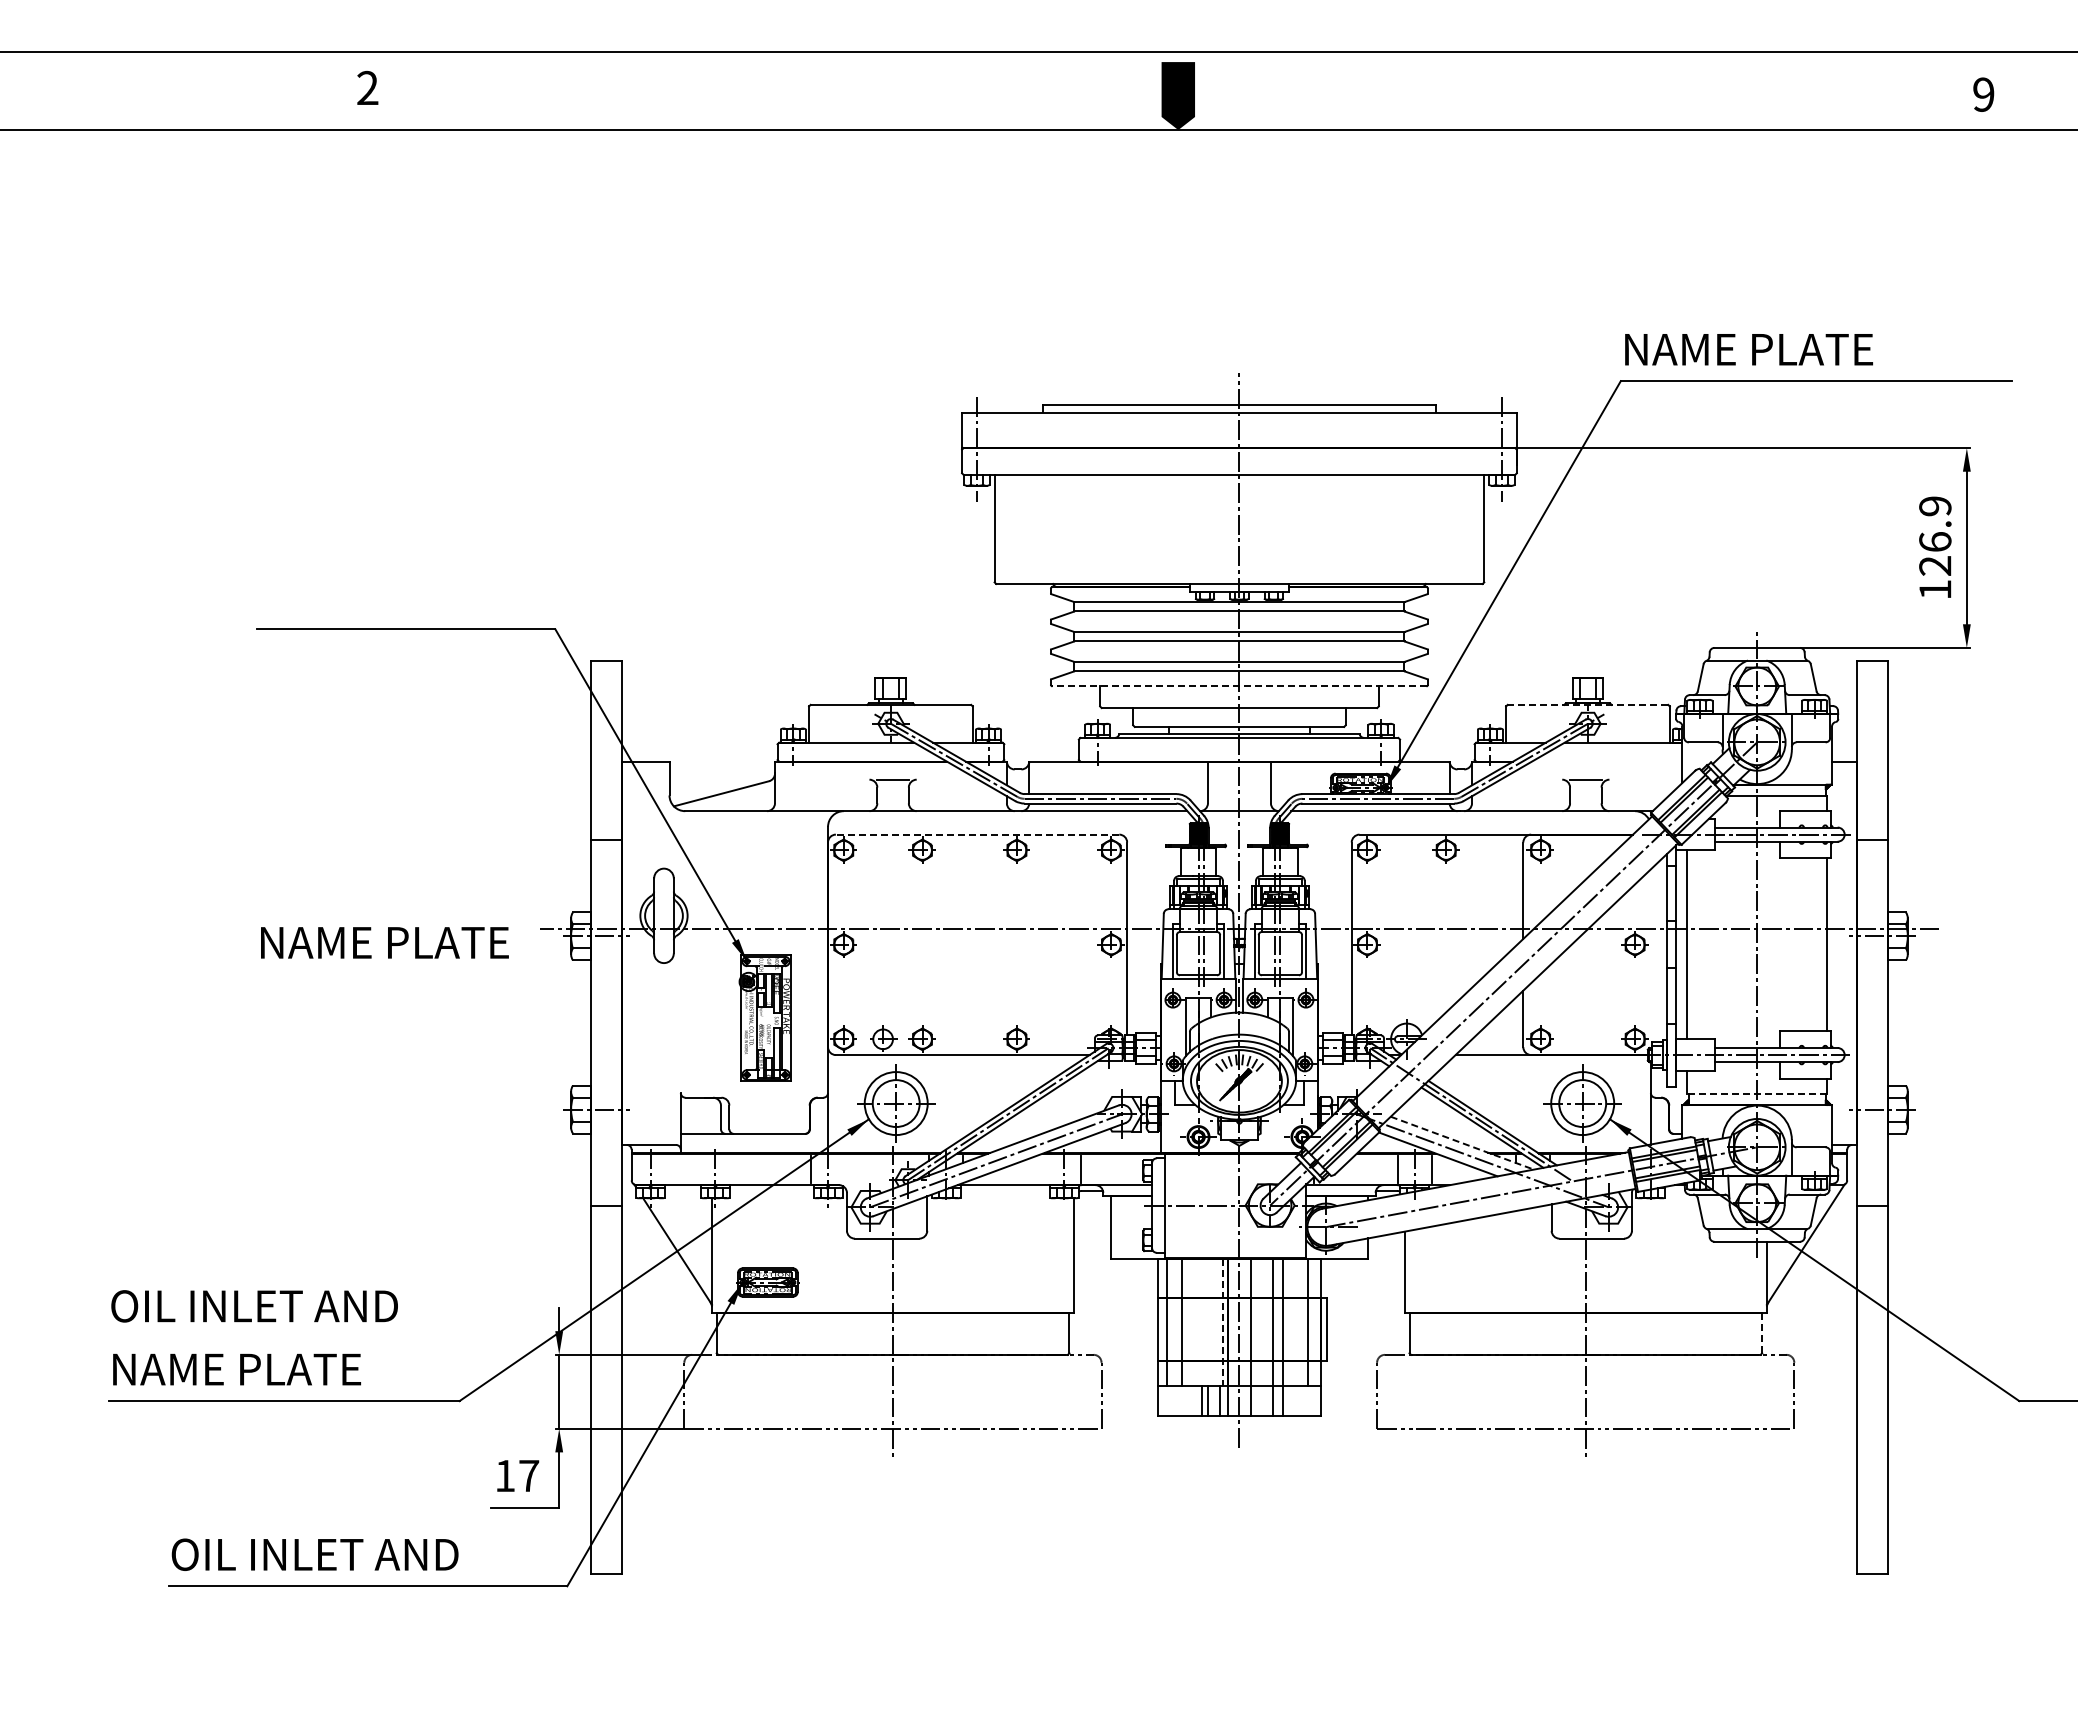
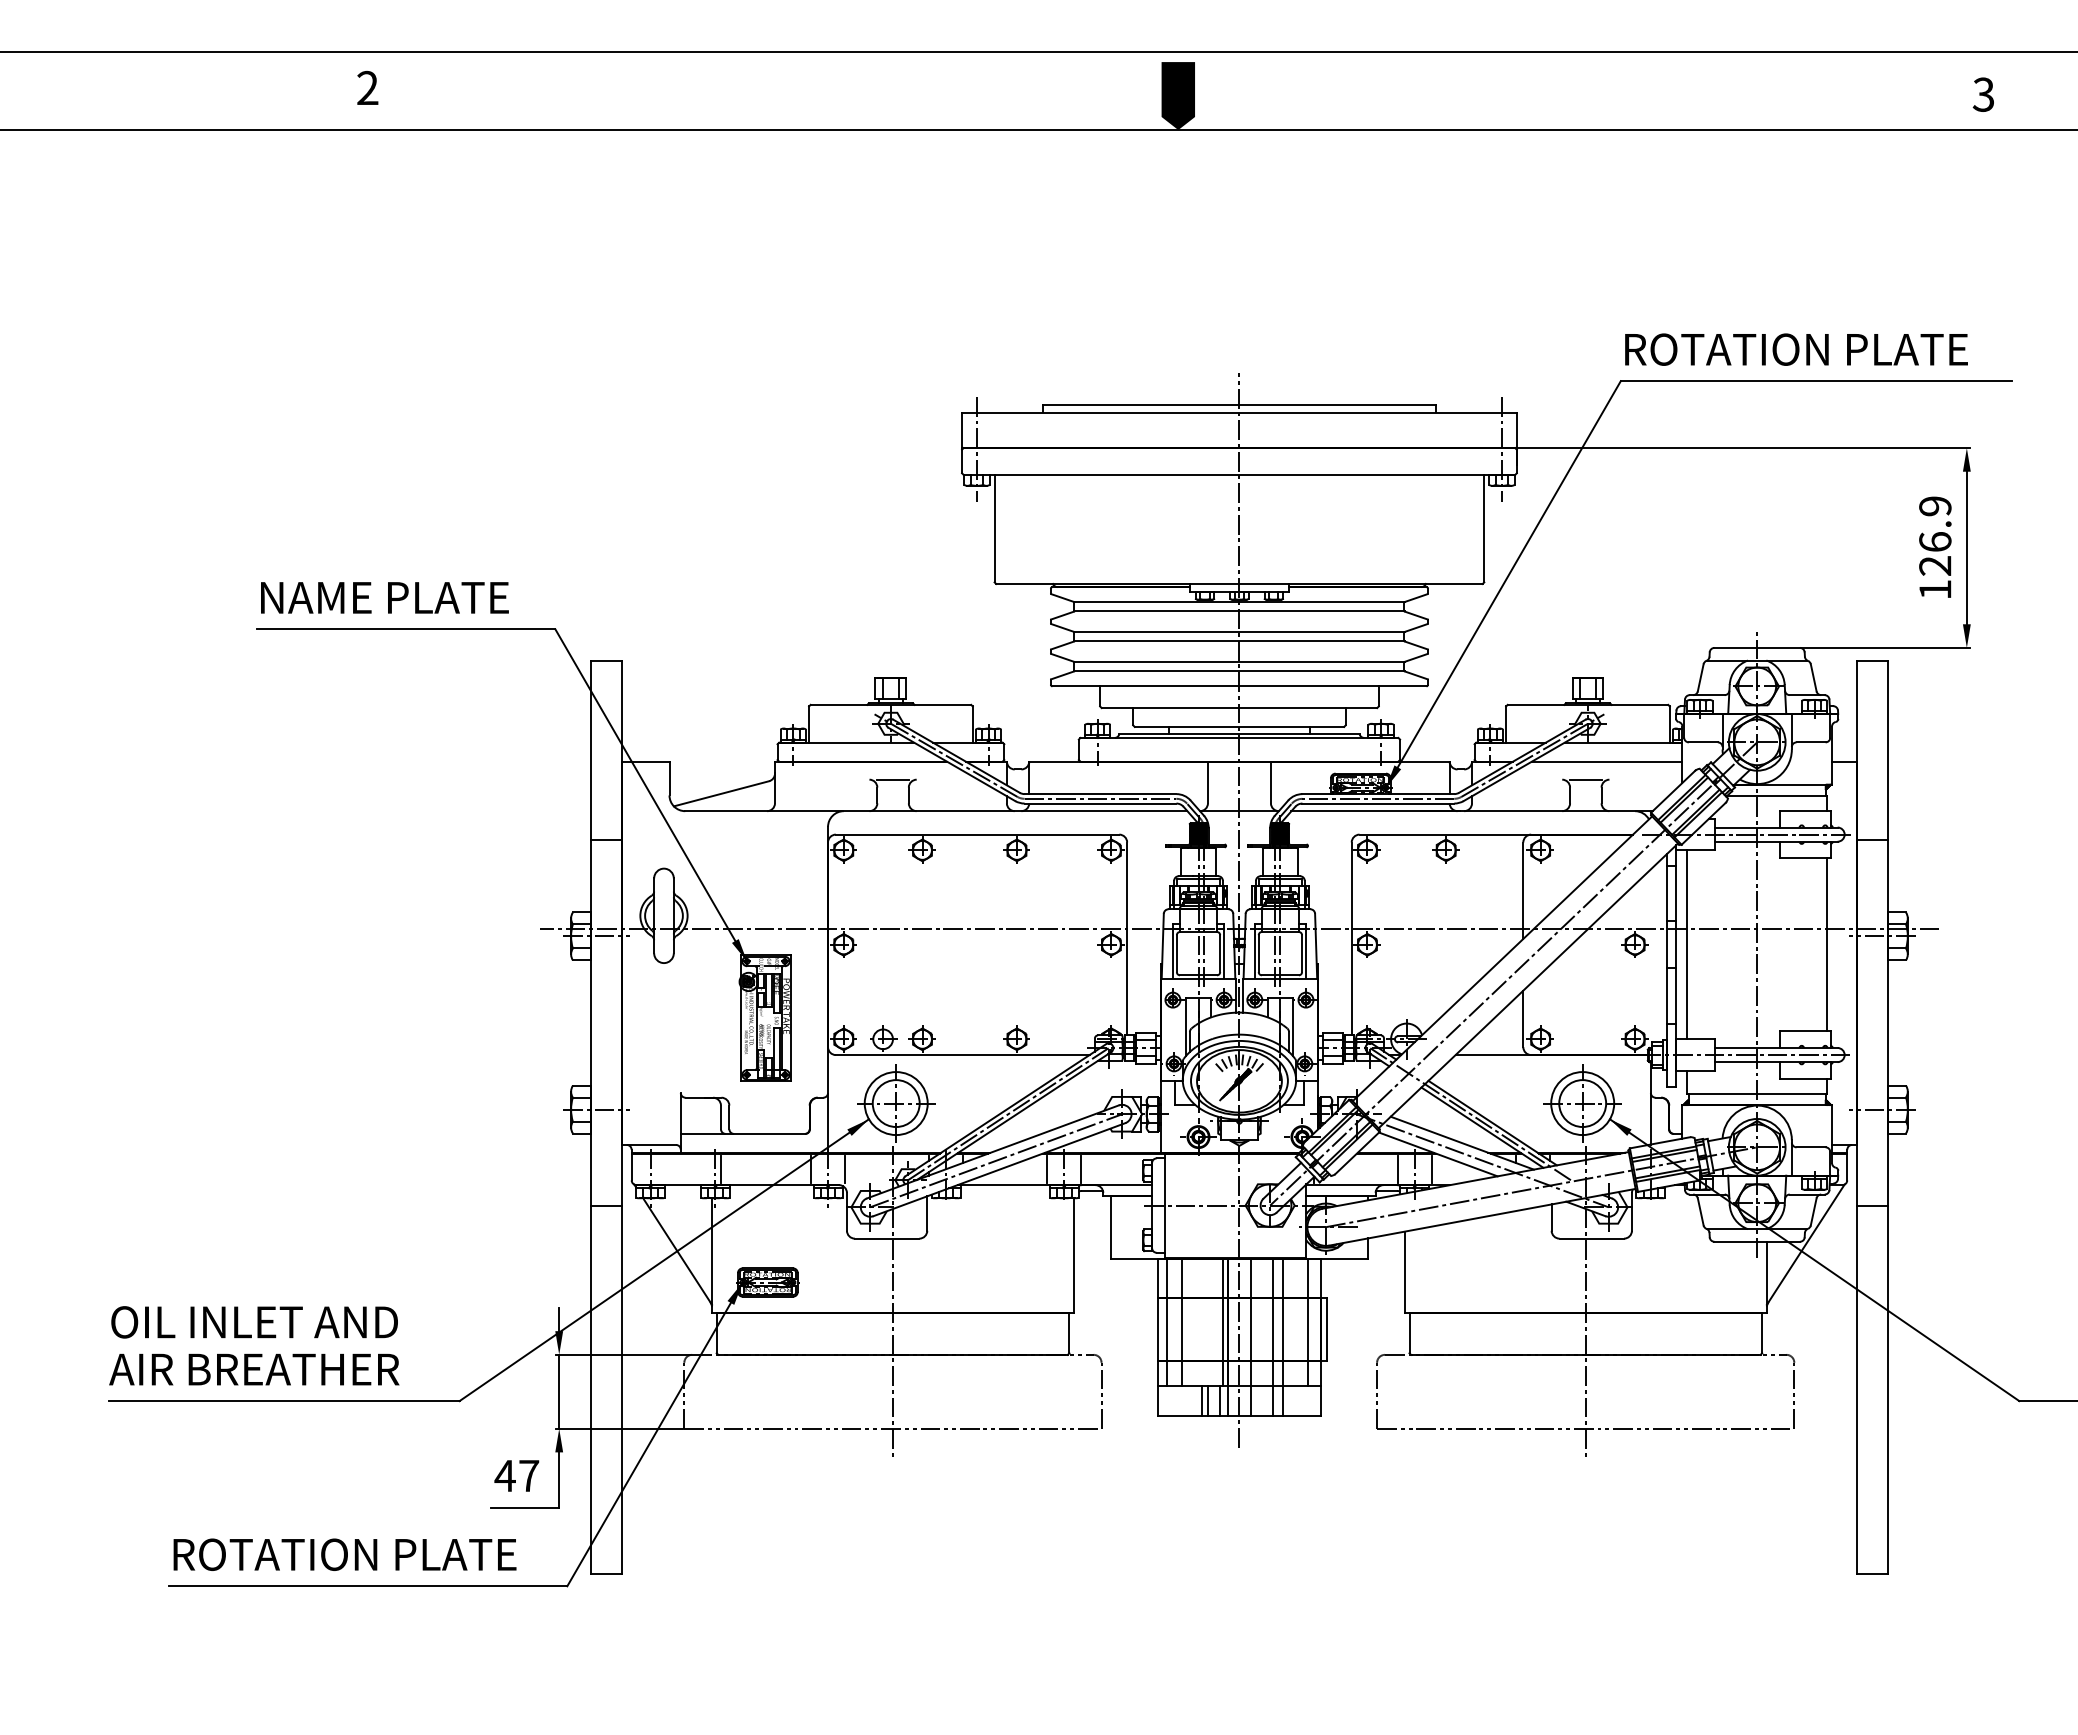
text at (1983, 94): 9 -> 3
text at (1797, 349): NAME PLATE -> ROTATION PLATE
line at (1238, 686): dashed -> solid
line at (1587, 704): dashed -> solid
line at (1607, 761): none -> present
line at (977, 834): dashed -> solid
text at (384, 942) position: (384, 942) -> (384, 597)
line at (1756, 1093): dashed -> solid
line at (1462, 1143): dashed -> solid
line at (721, 1168): none -> present
line at (845, 1168): none -> present
line at (1047, 1168): none -> present
text at (254, 1306) position: (254, 1306) -> (254, 1322)
line at (1223, 1322): dashed -> solid
line at (1762, 1333): dashed -> solid
text at (254, 1369): NAME PLATE -> AIR BREATHER
text at (504, 1475): 17 -> 47
text at (343, 1554): OIL INLET AND -> ROTATION PLATE
